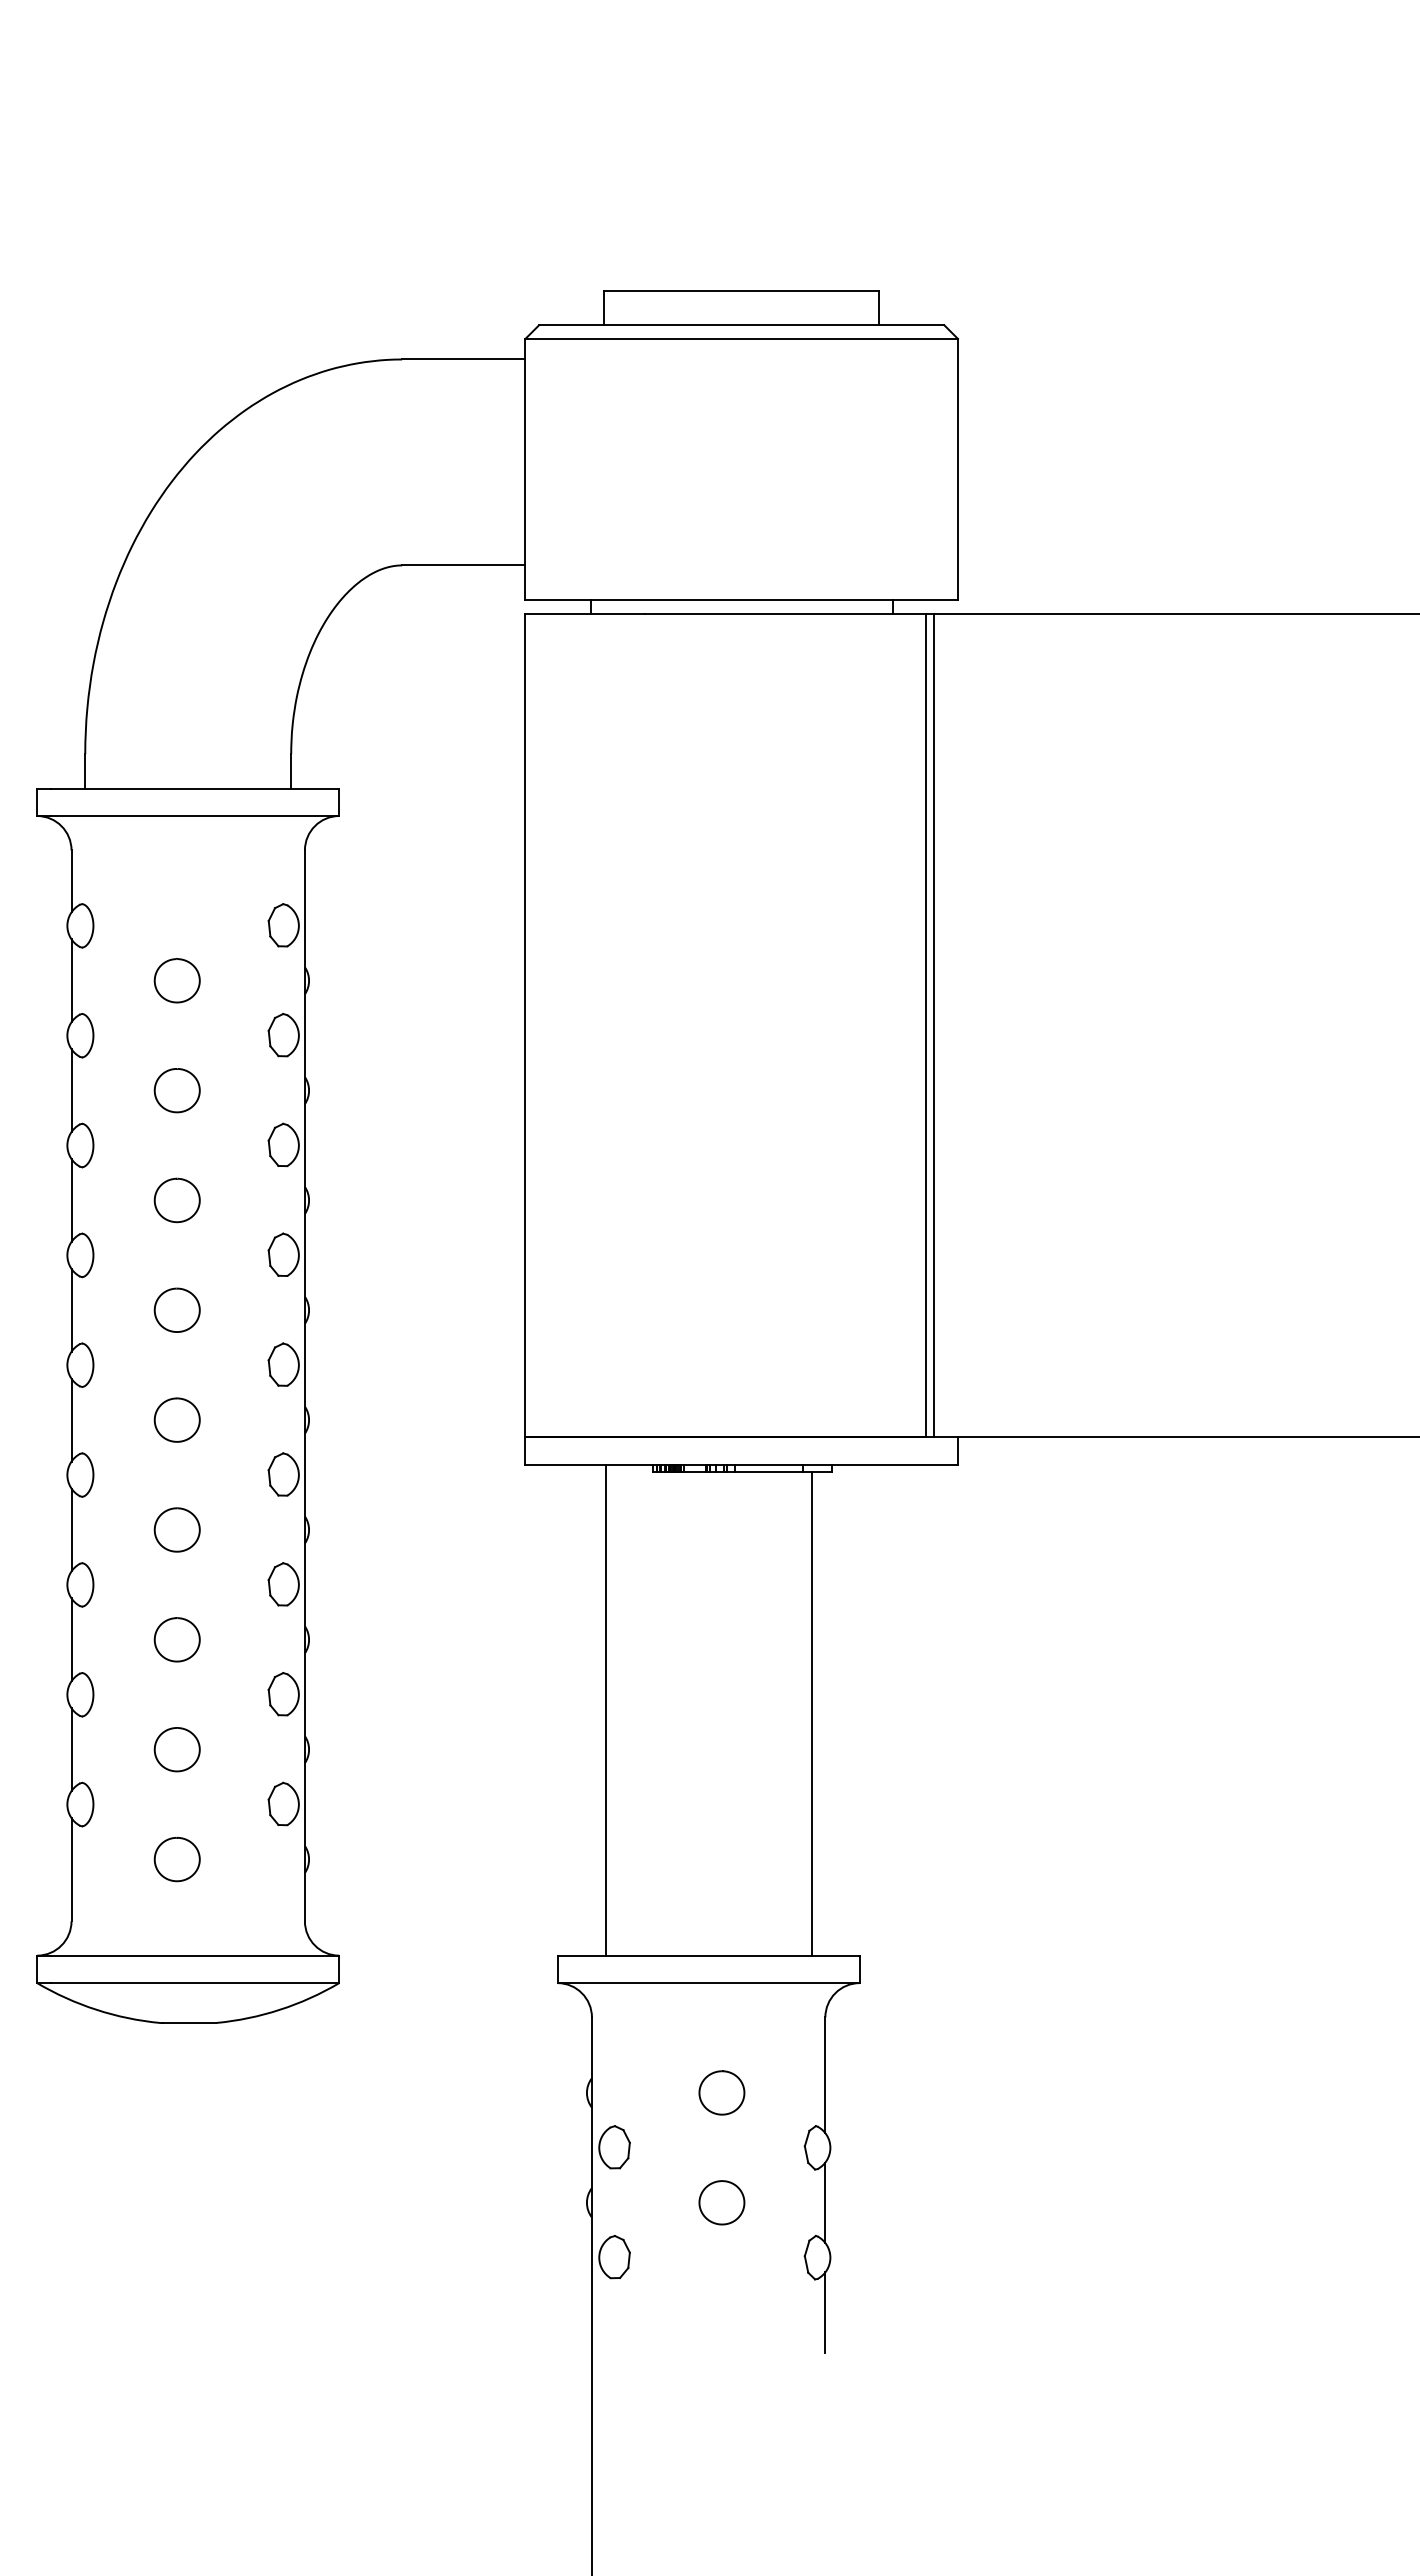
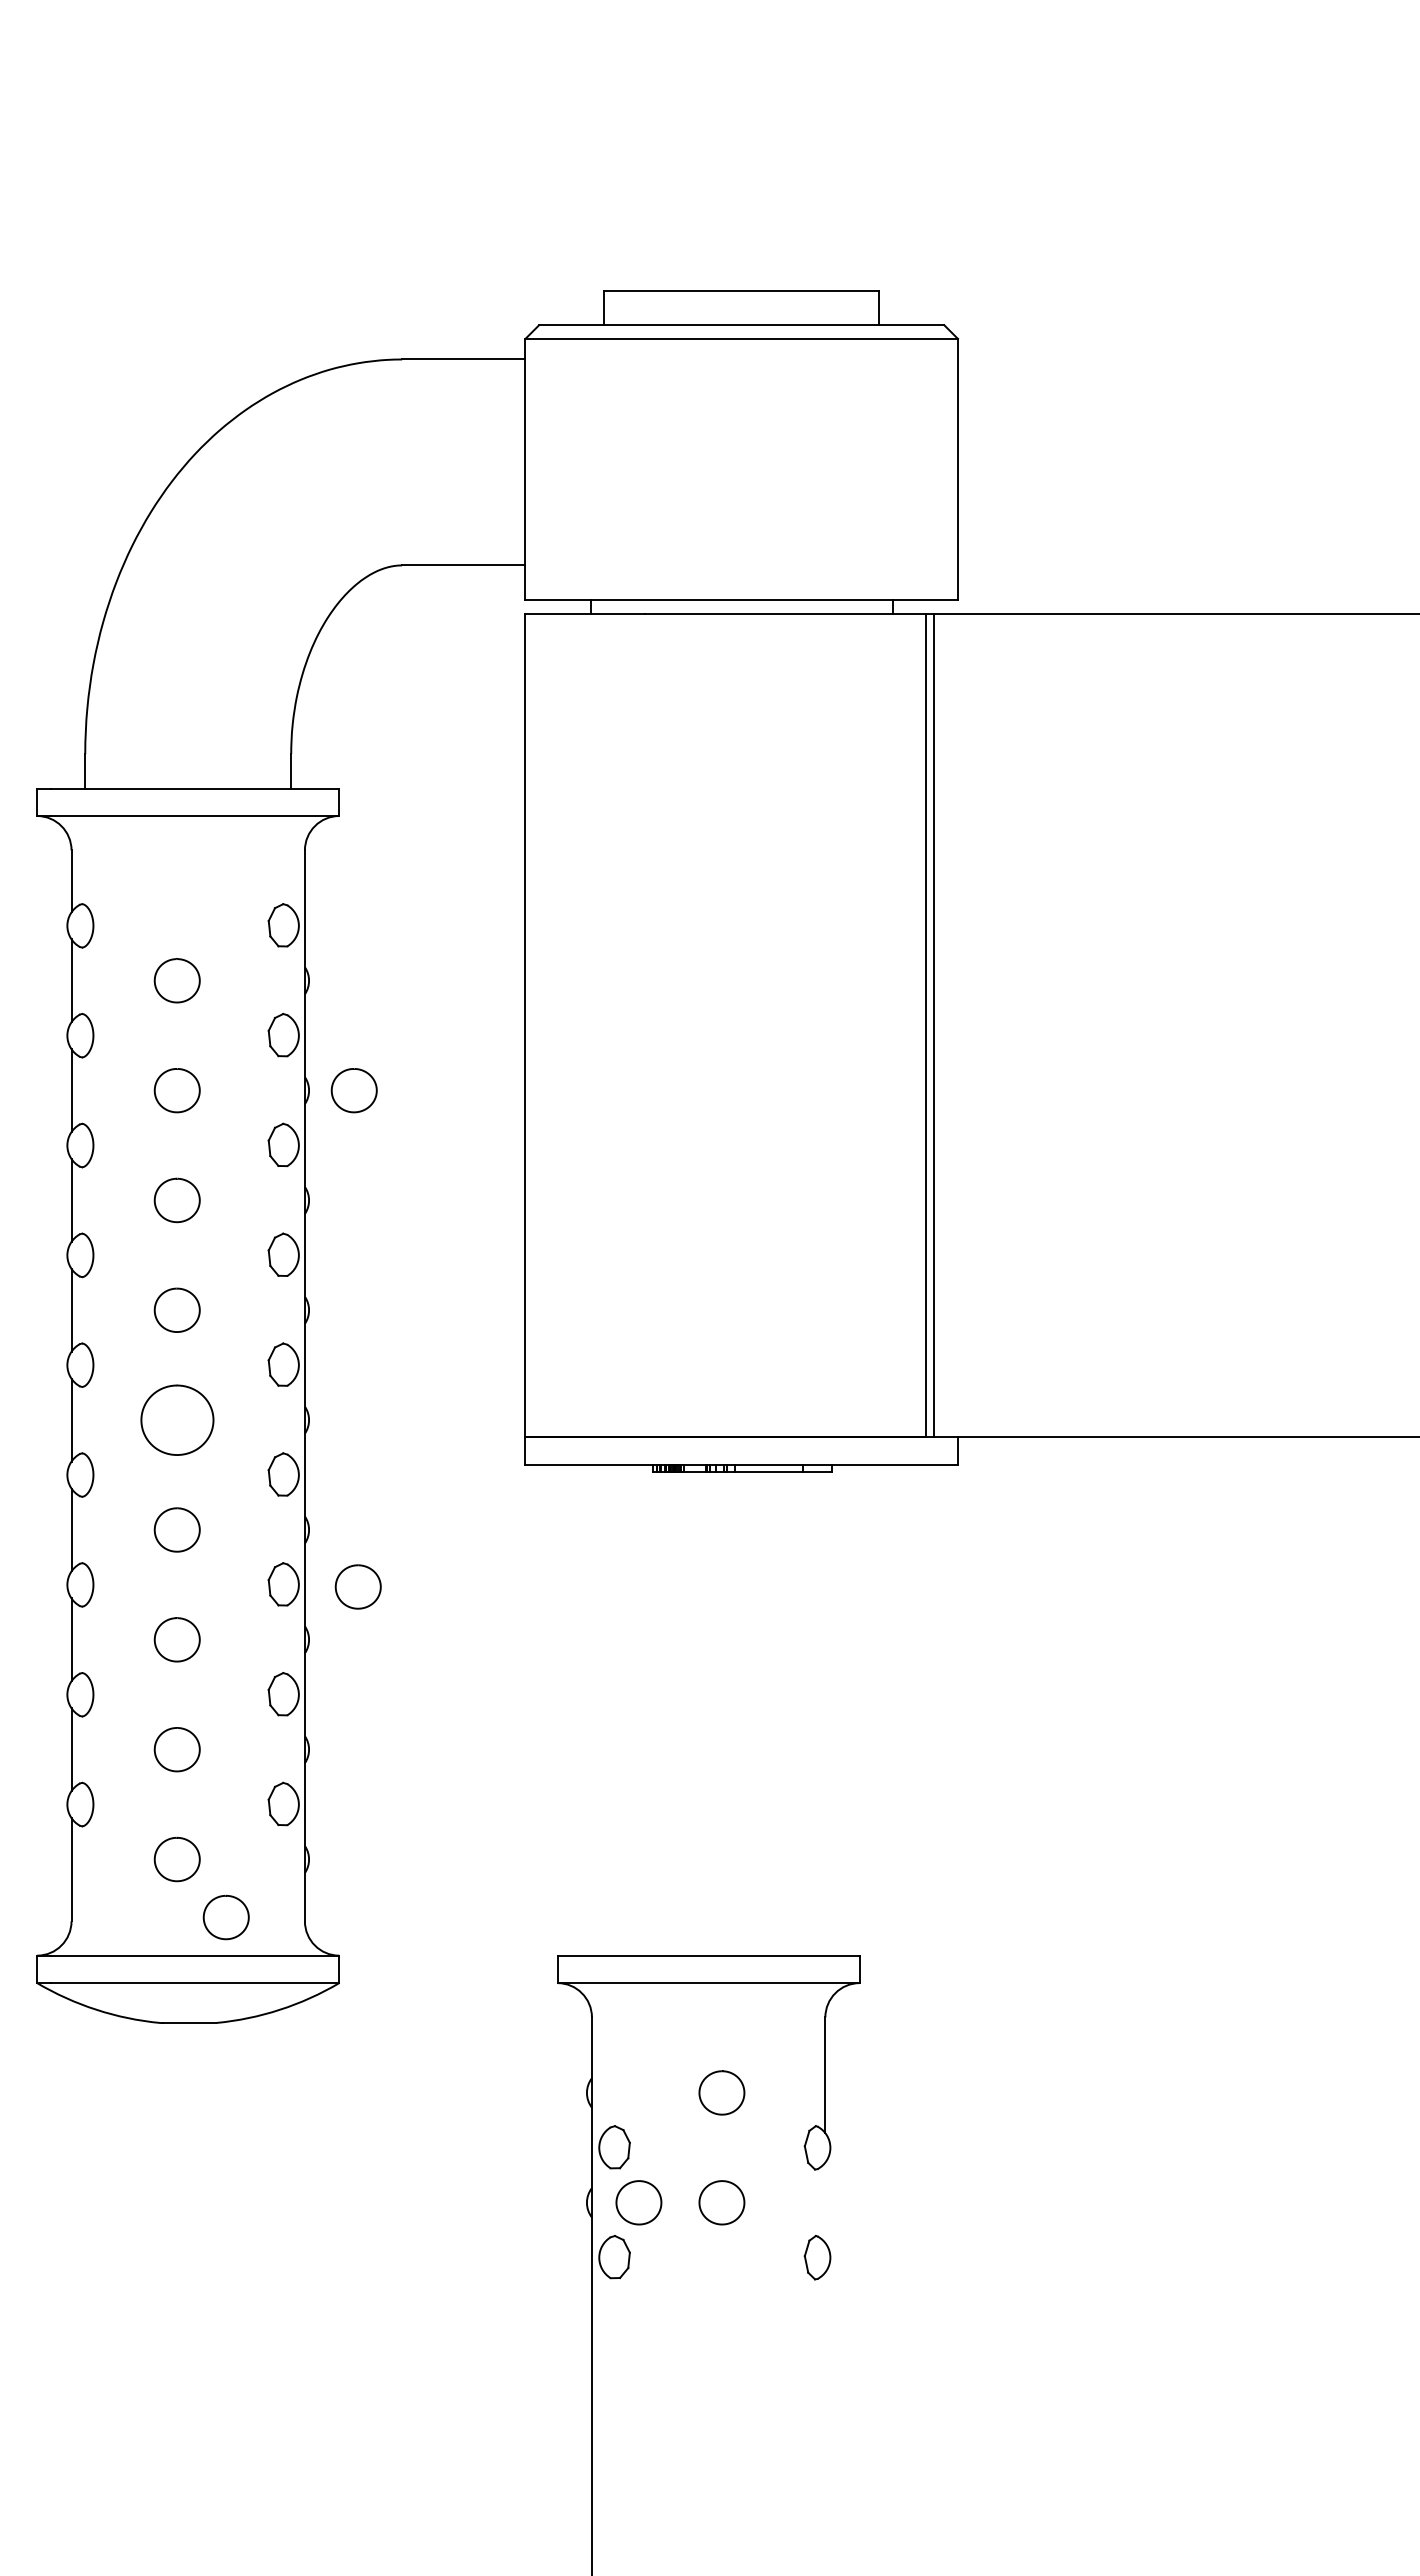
part at (353, 1090): none -> present
part at (176, 1419) size: 48x46 px -> 75x72 px
part at (357, 1586): none -> present
line at (605, 1709): present -> none
line at (811, 1713): present -> none
part at (225, 1917): none -> present
part at (638, 2202): none -> present
line at (825, 2202): present -> none
line at (825, 2312): present -> none
